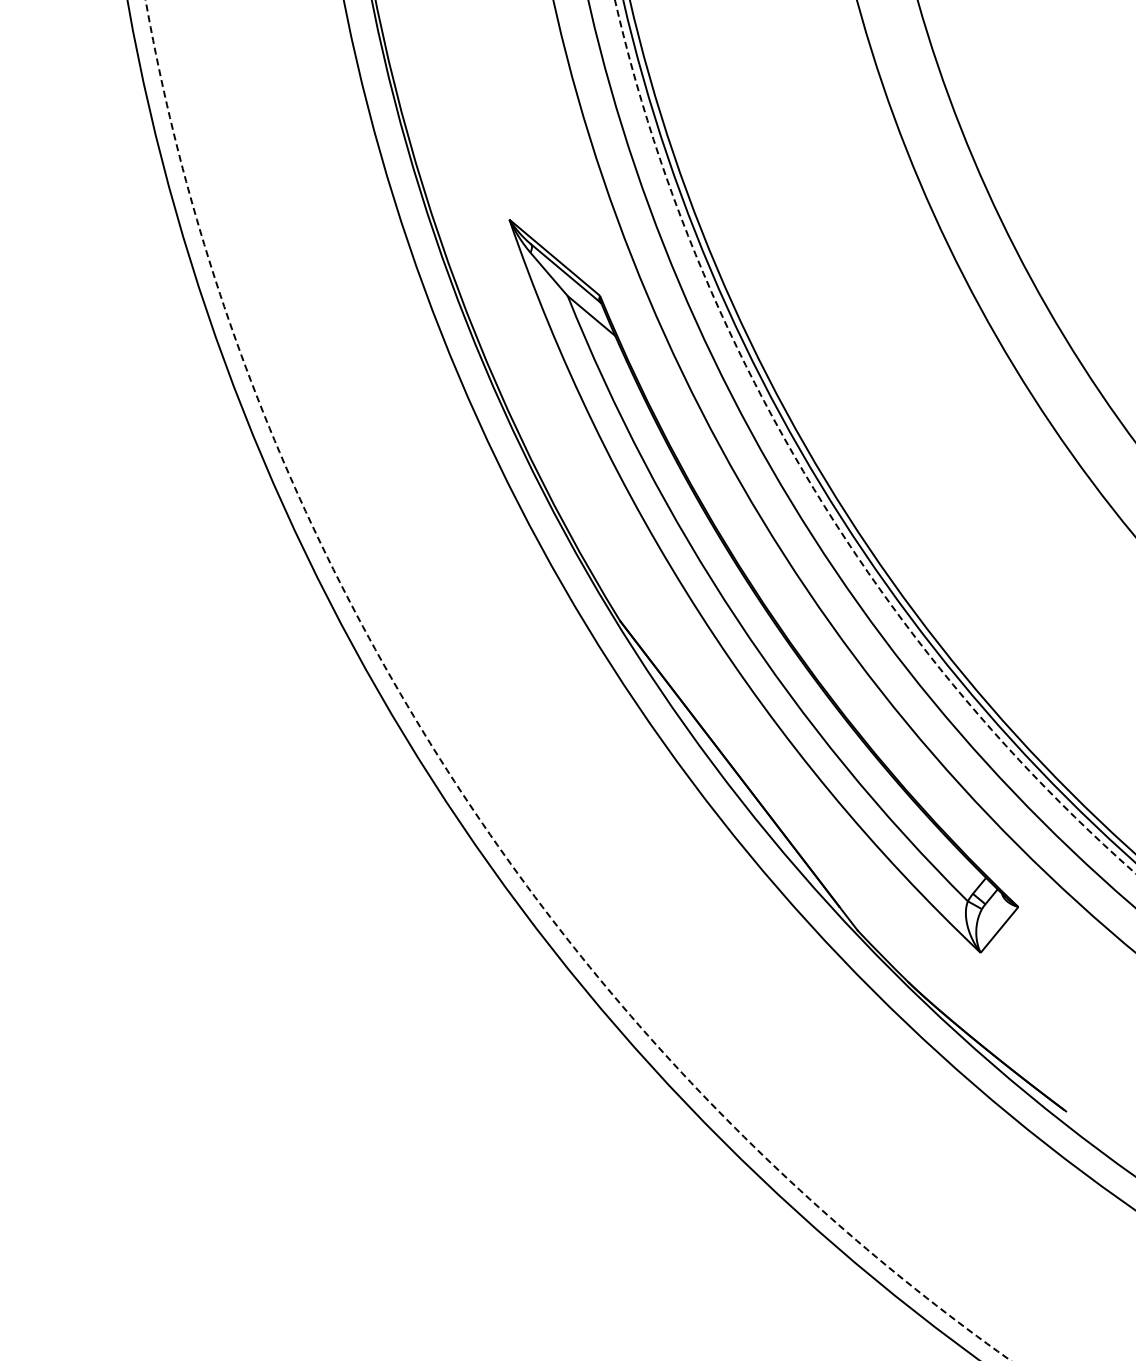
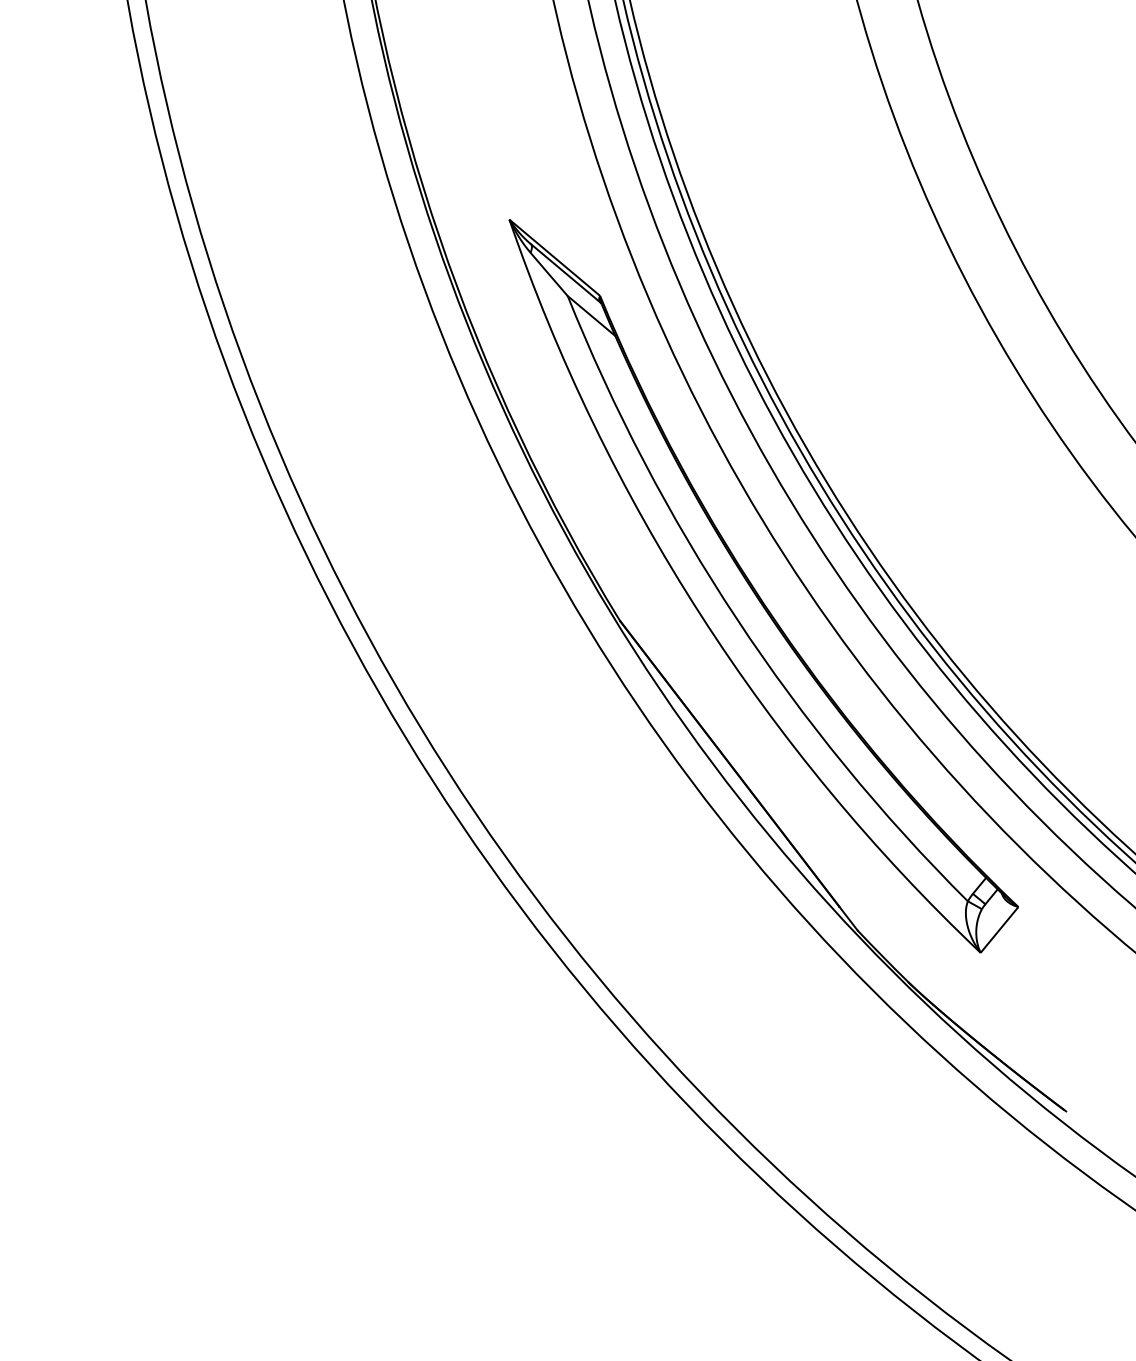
circle at (874, 436): dashed -> solid
circle at (578, 680): dashed -> solid
